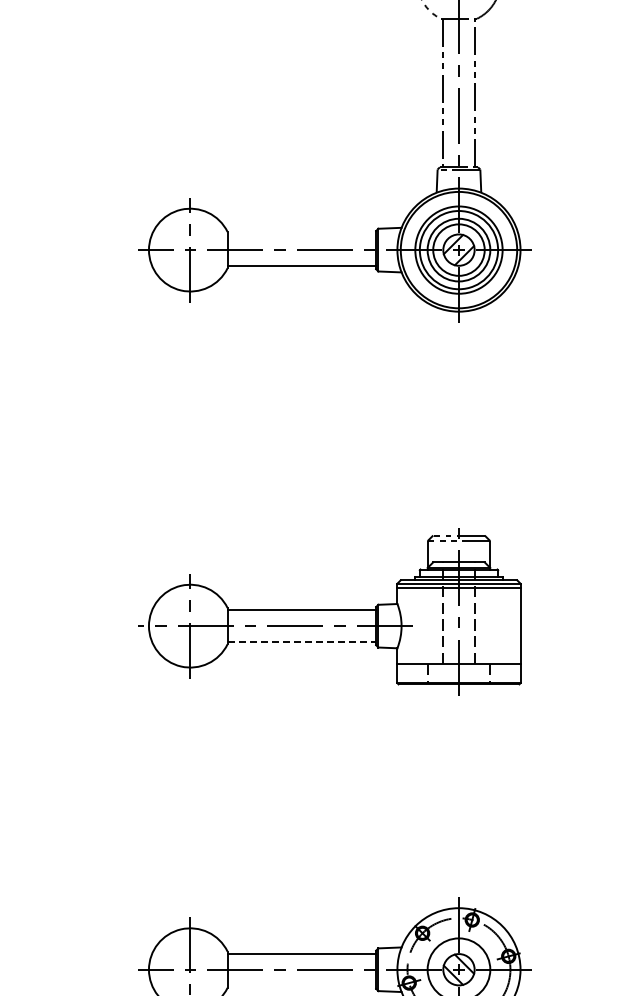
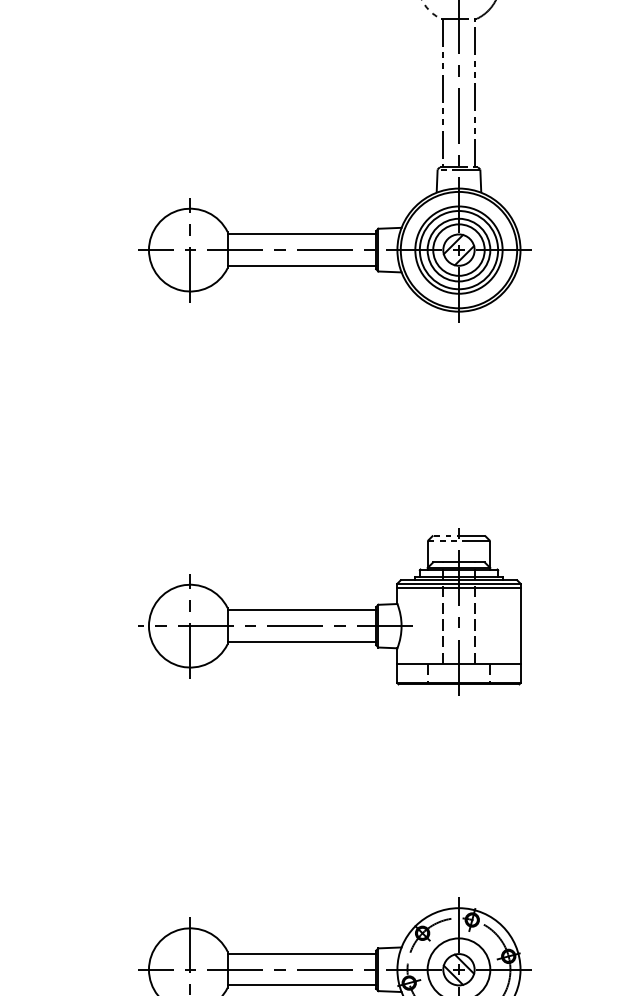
line at (301, 234): none -> present
line at (302, 641): dashed -> solid
line at (301, 985): none -> present
